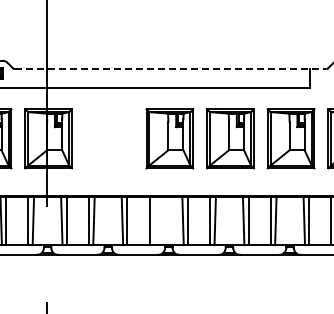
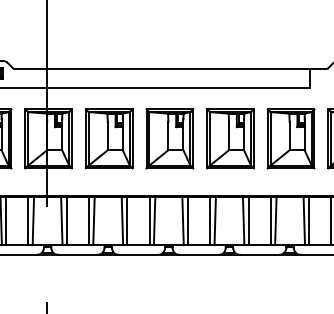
line at (170, 69): dashed -> solid
part at (108, 138): none -> present
line at (154, 221): none -> present
